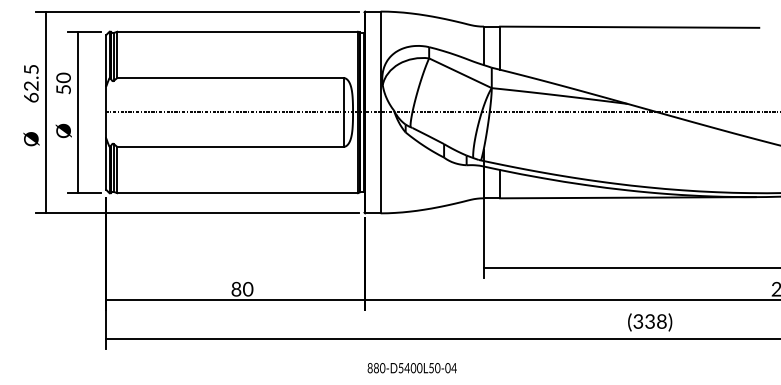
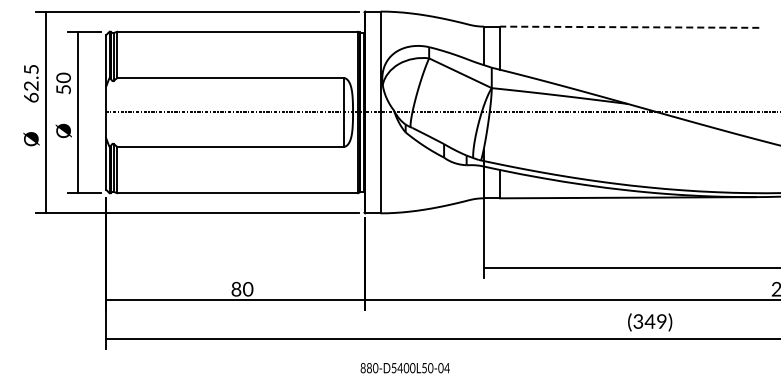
line at (629, 27): solid -> dashed
text at (655, 321): (338) -> (349)
text at (411, 368) position: (411, 368) -> (404, 368)
